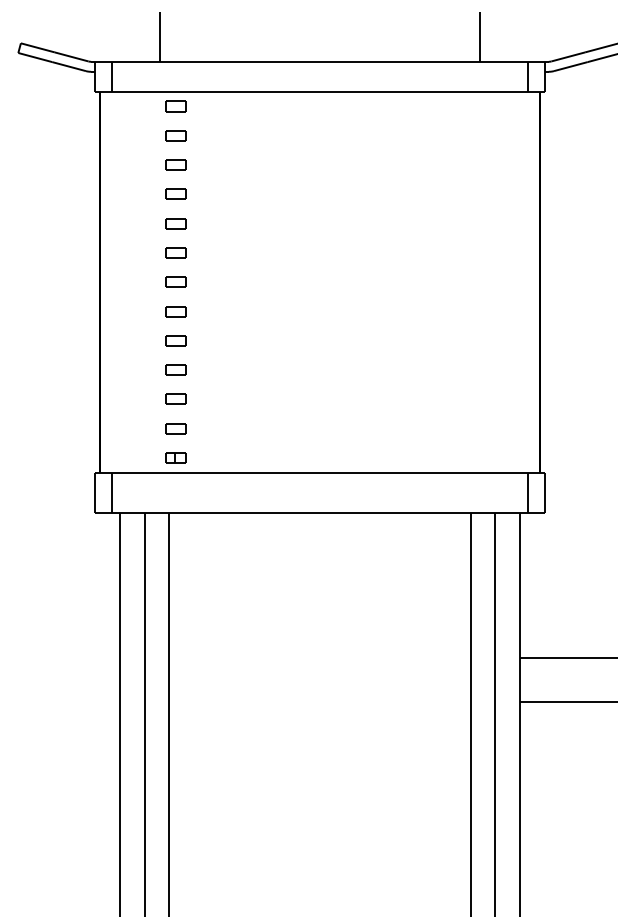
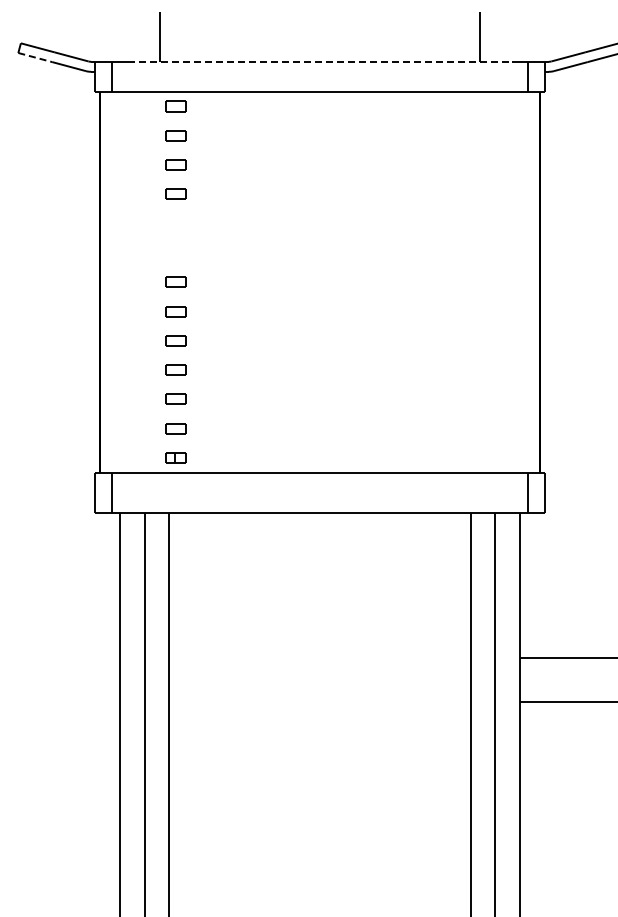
line at (35, 57): solid -> dashed
line at (319, 61): solid -> dashed
part at (175, 223): present -> none
part at (175, 252): present -> none
